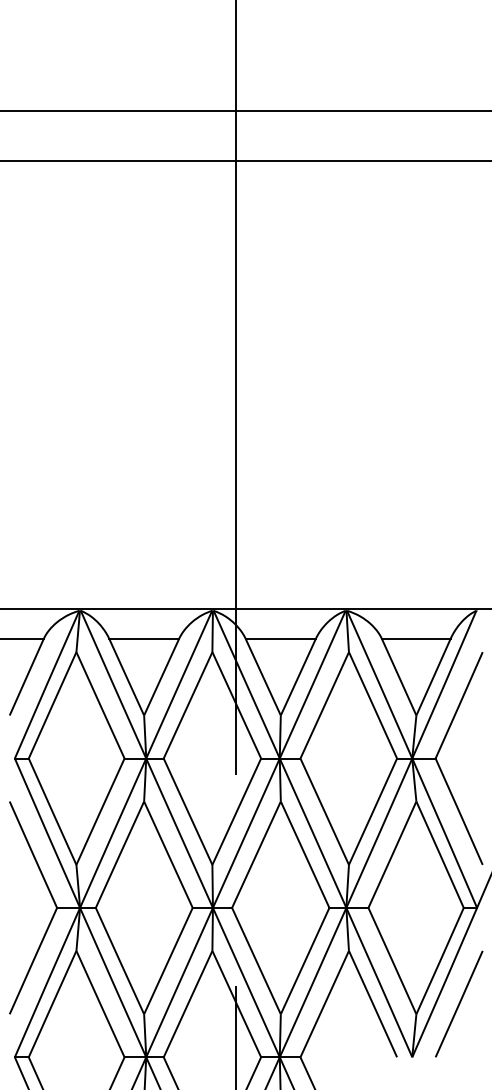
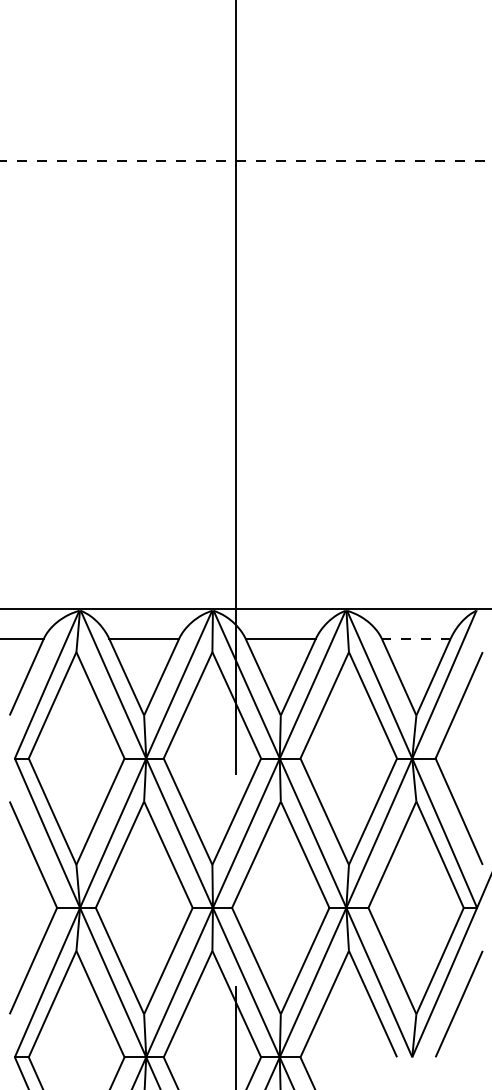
line at (245, 111): present -> none
line at (245, 161): solid -> dashed
line at (415, 639): solid -> dashed
